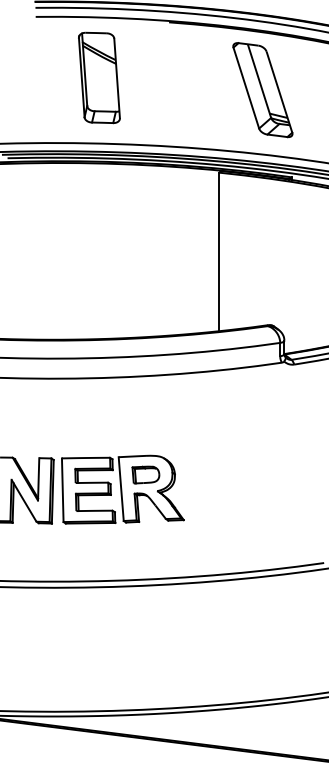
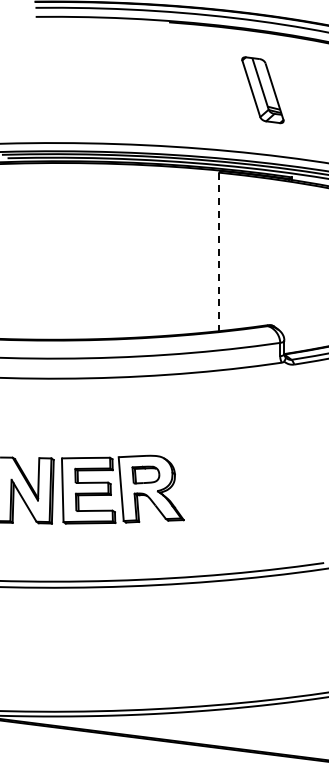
part at (99, 77): present -> none
part at (262, 90) size: 62x97 px -> 44x69 px
line at (219, 252): solid -> dashed
